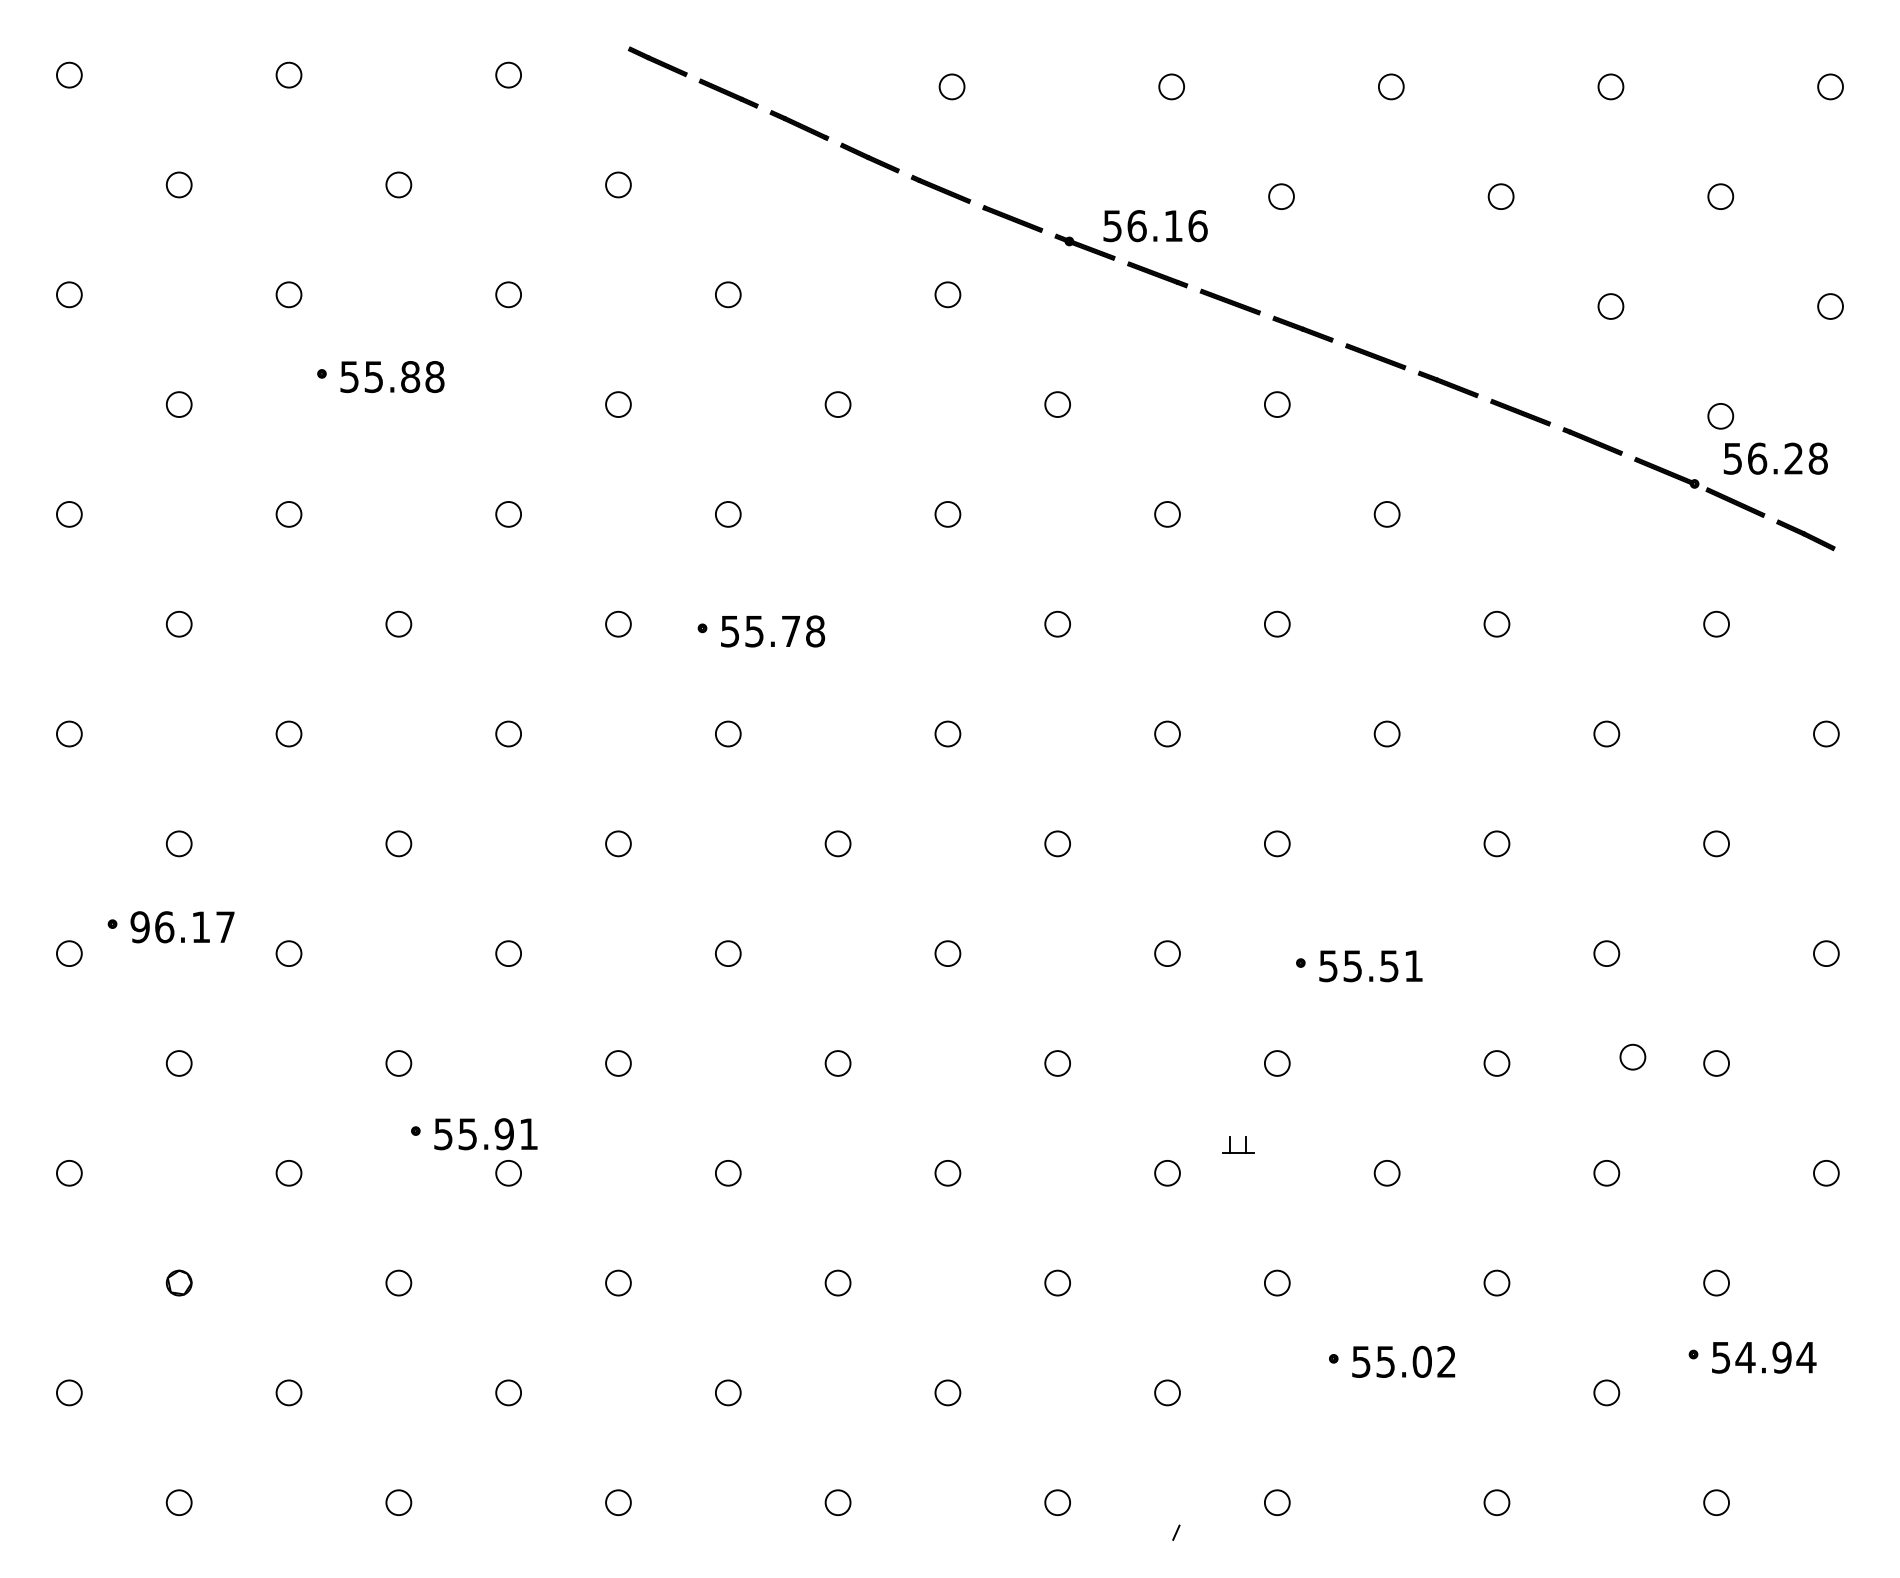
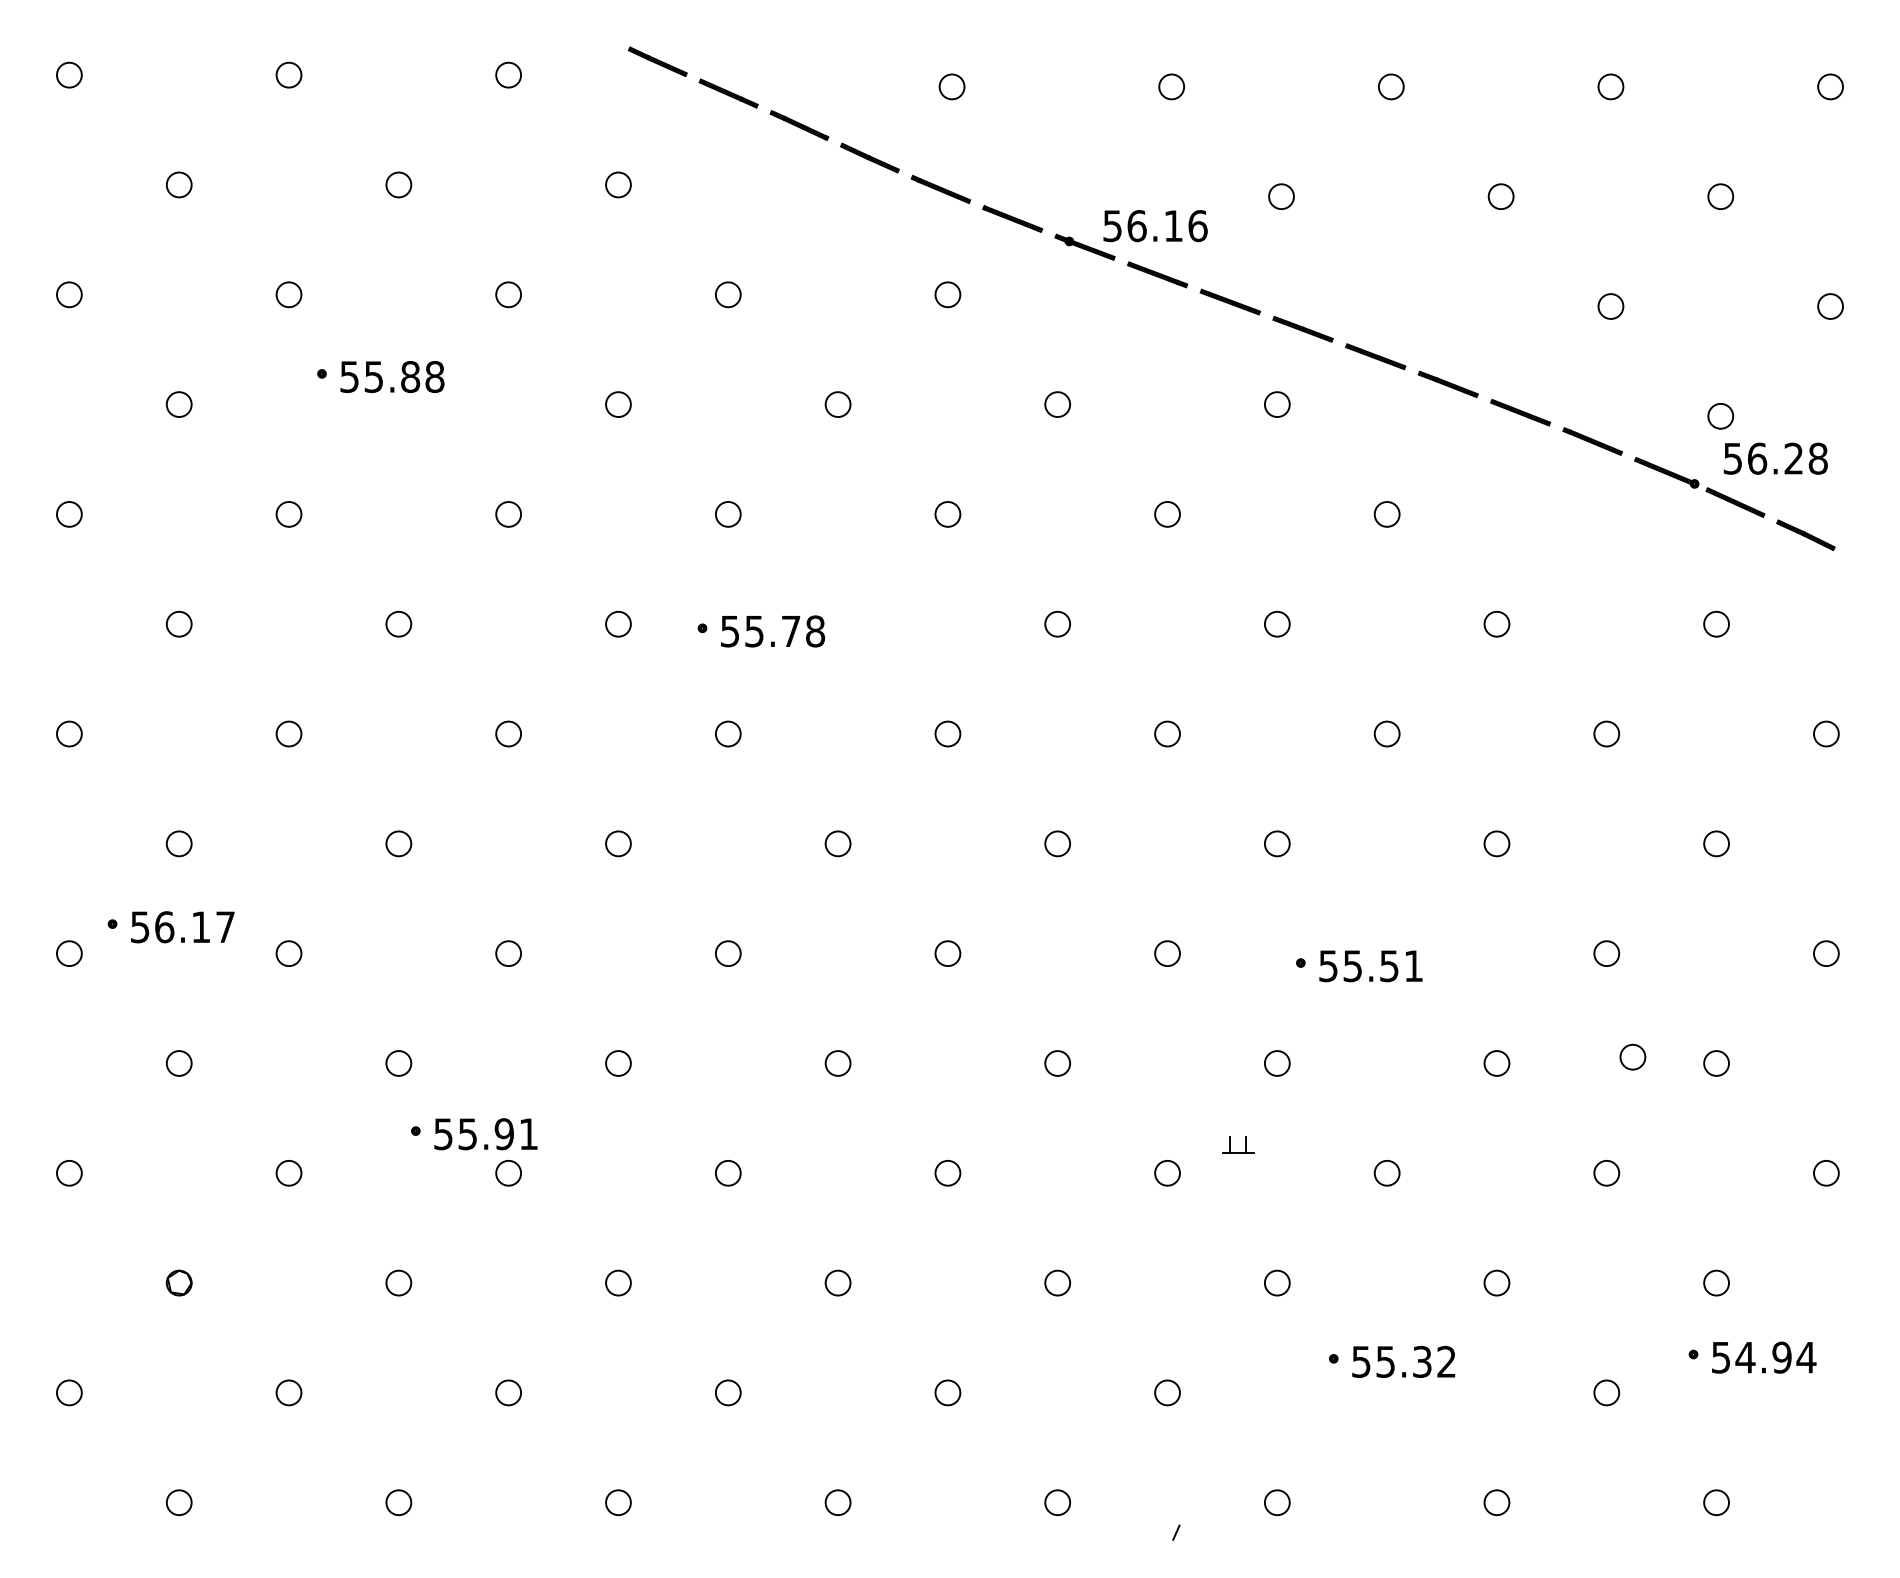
text at (139, 927): 96.17 -> 56.17
text at (1421, 1361): 55.02 -> 55.32
